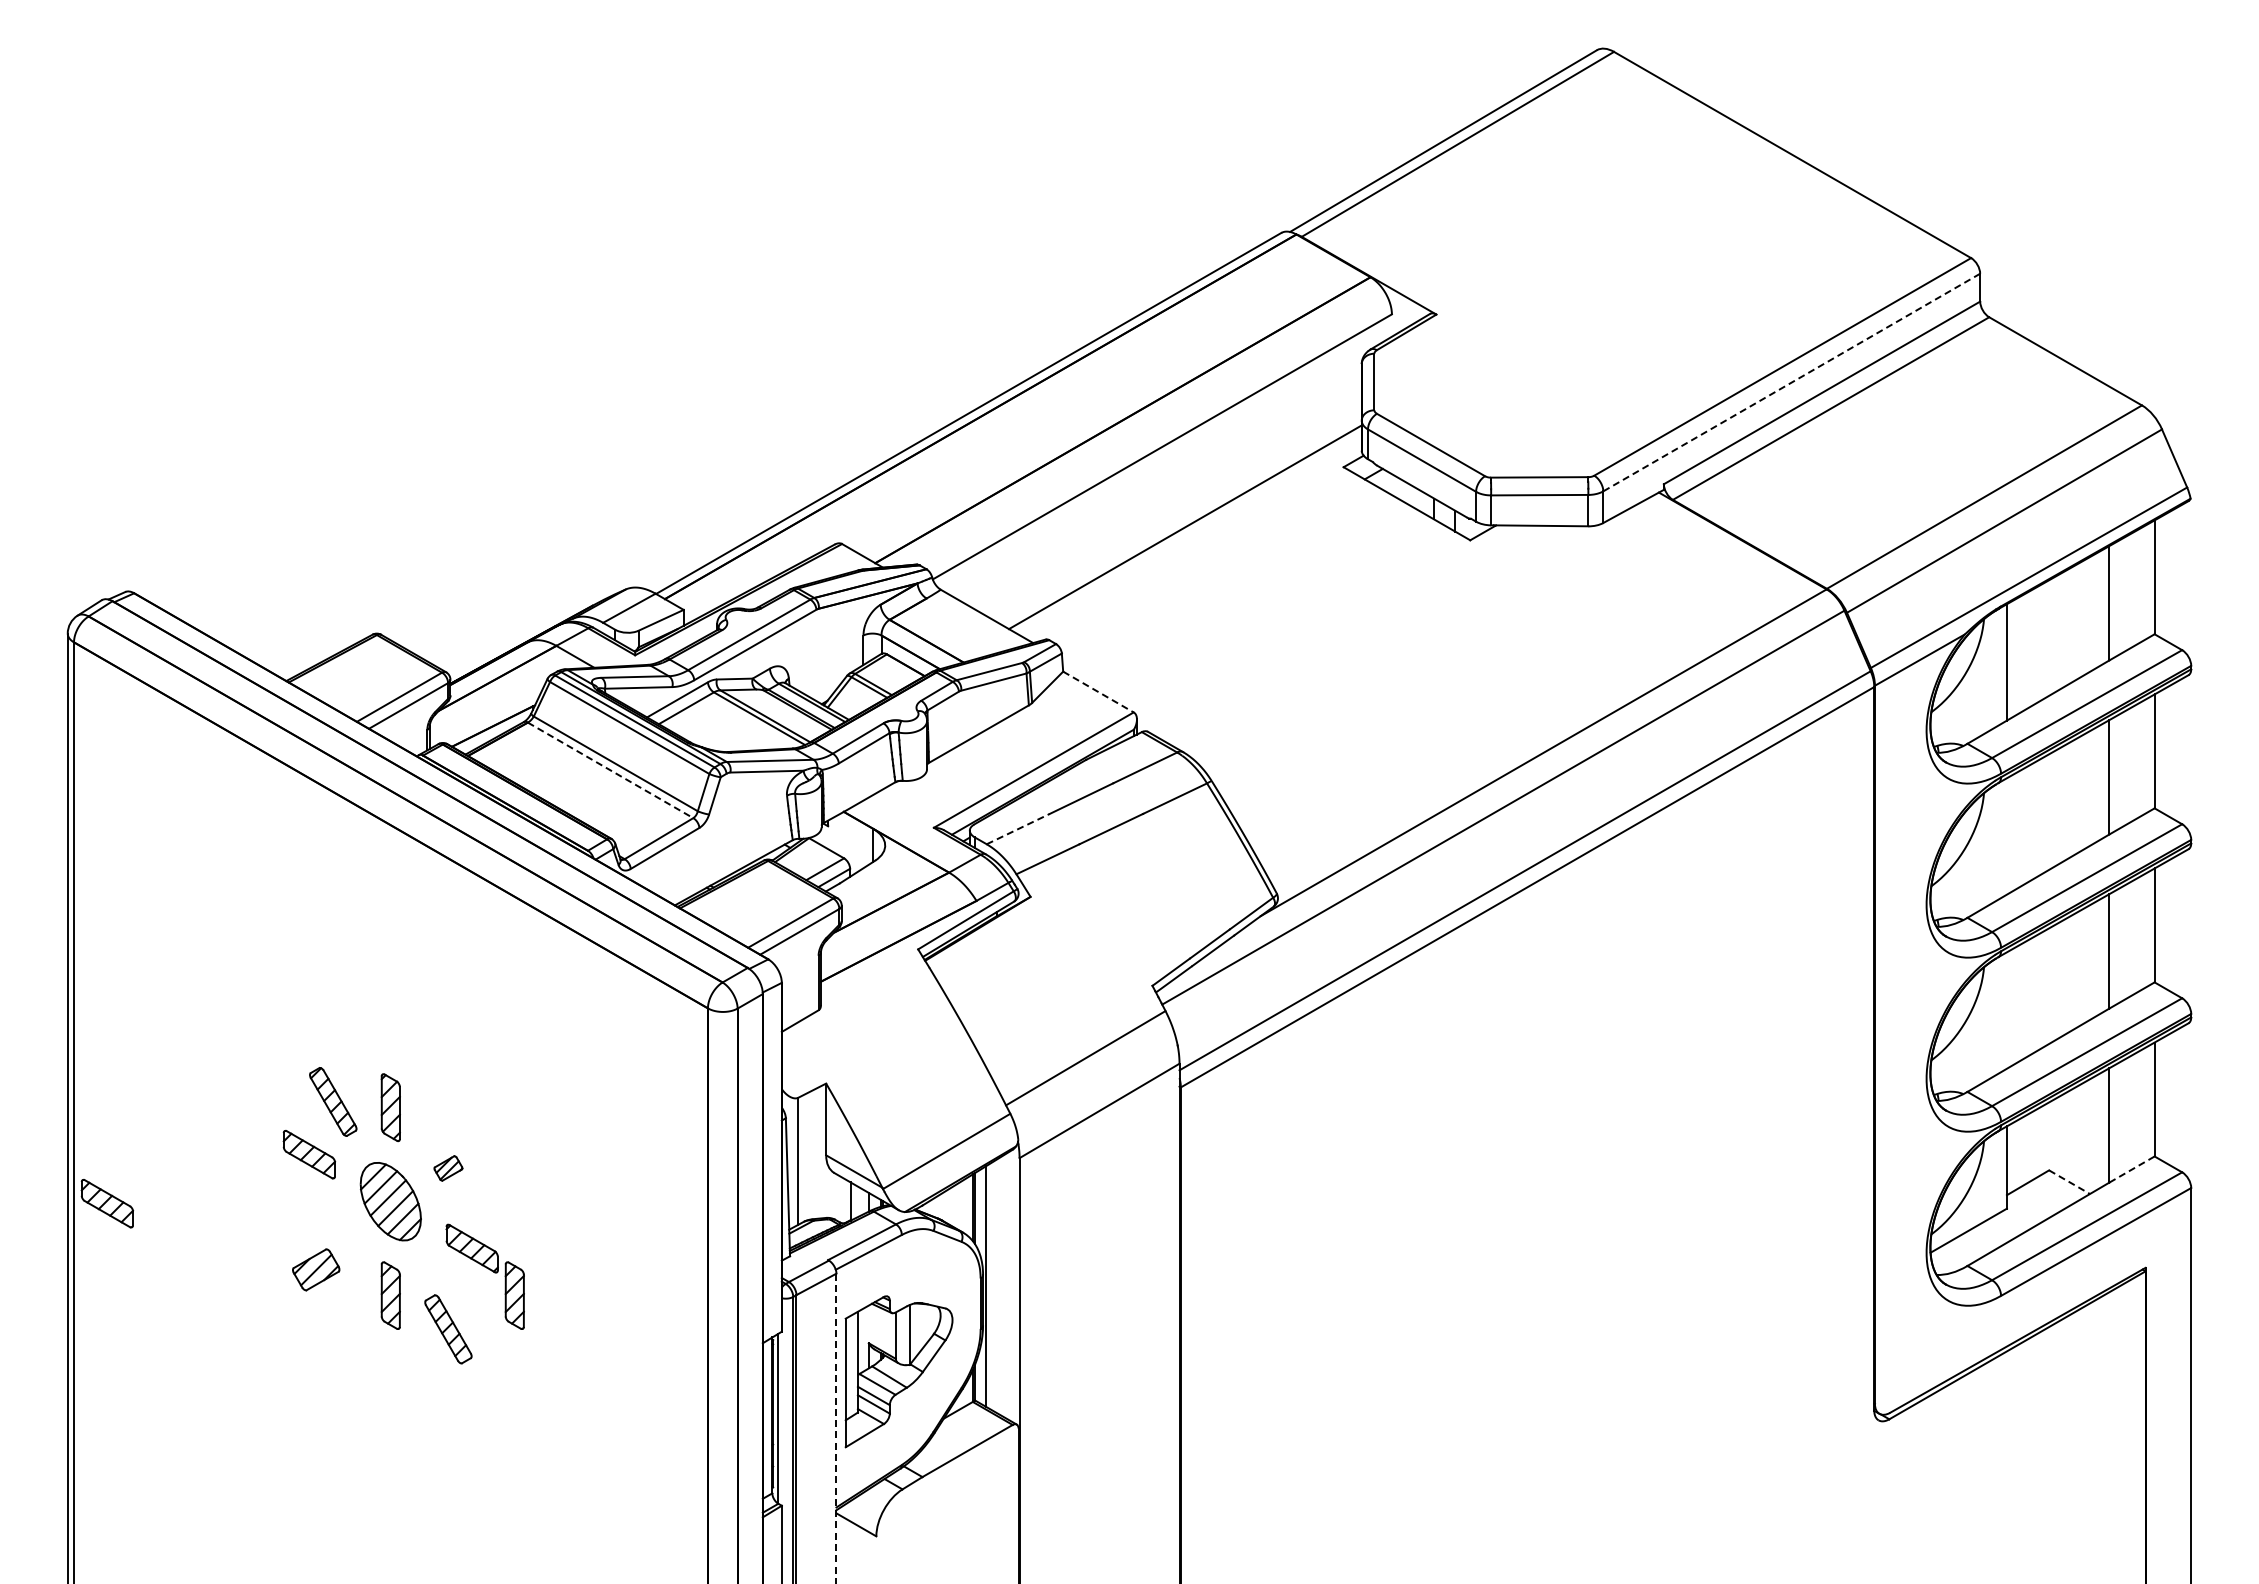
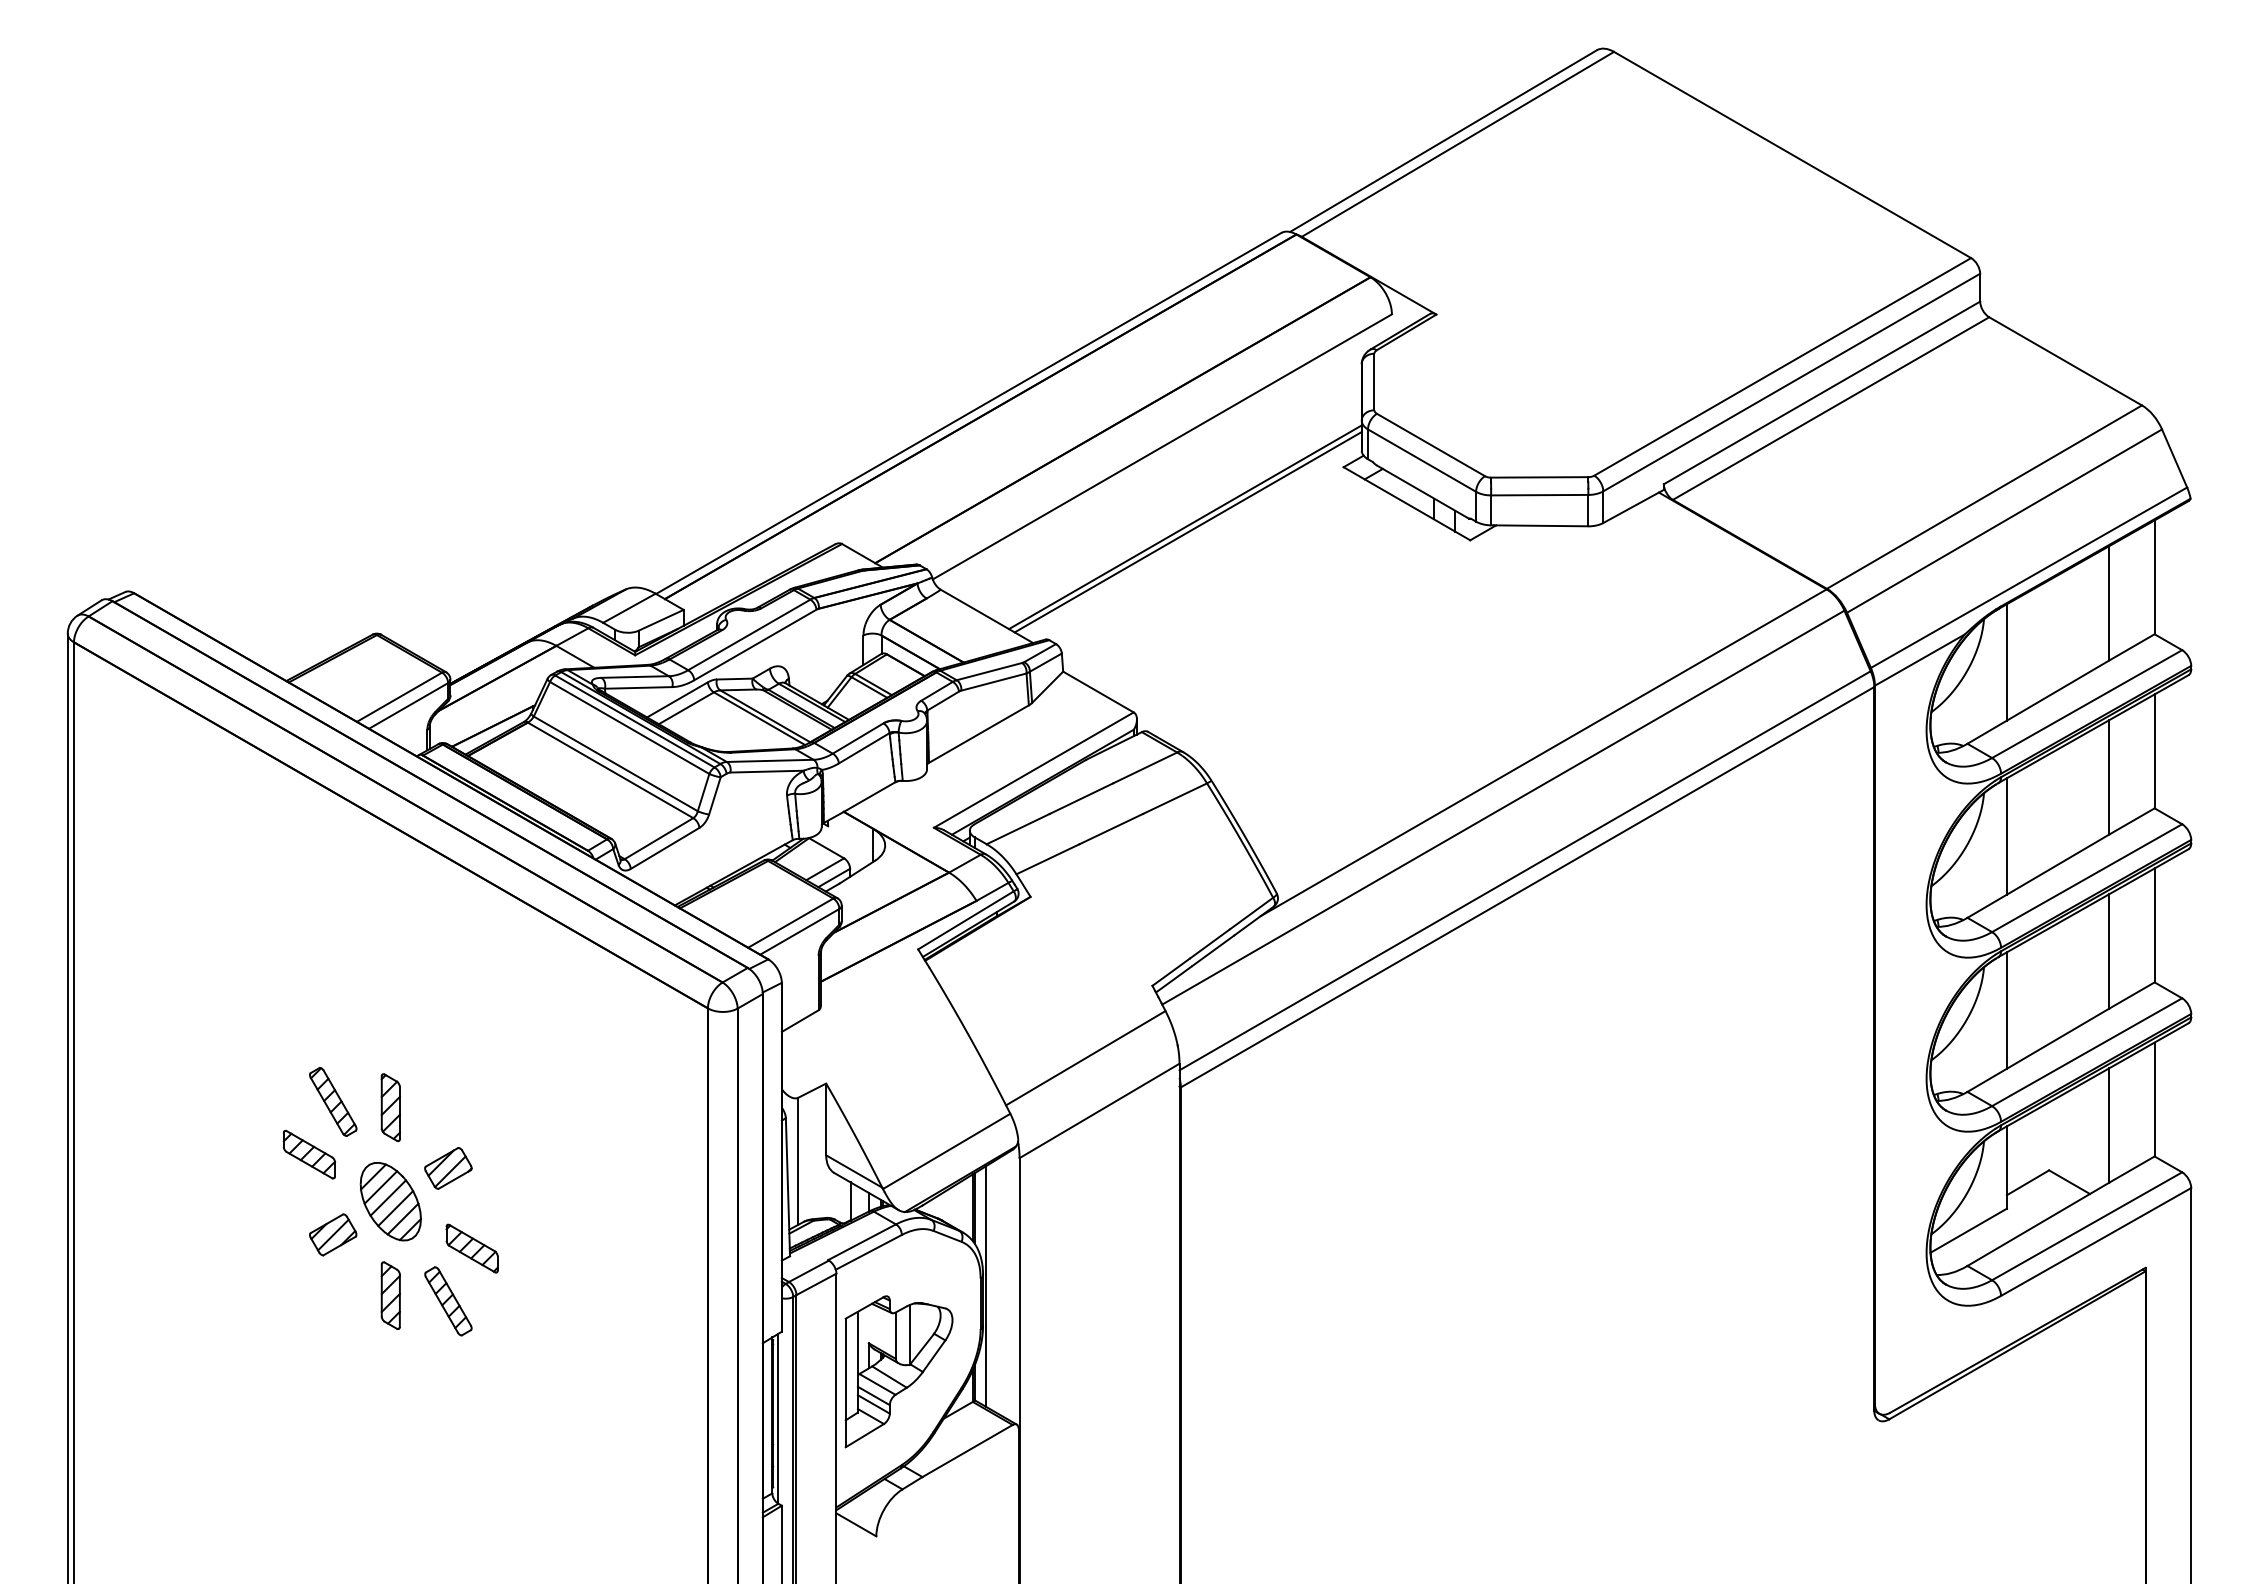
line at (1791, 382): dashed -> solid
line at (1187, 532): none -> present
line at (1098, 692): dashed -> solid
line at (610, 770): dashed -> solid
line at (1018, 829): dashed -> solid
line at (2006, 836): none -> present
line at (2006, 1010): none -> present
part at (448, 1168) size: 31x27 px -> 49x43 px
line at (2132, 1169): dashed -> solid
line at (2069, 1182): dashed -> solid
part at (107, 1203): present -> none
part at (316, 1269) position: (316, 1269) -> (333, 1234)
part at (514, 1295): present -> none
part at (448, 1329) position: (448, 1329) -> (448, 1301)
line at (836, 1428): dashed -> solid
